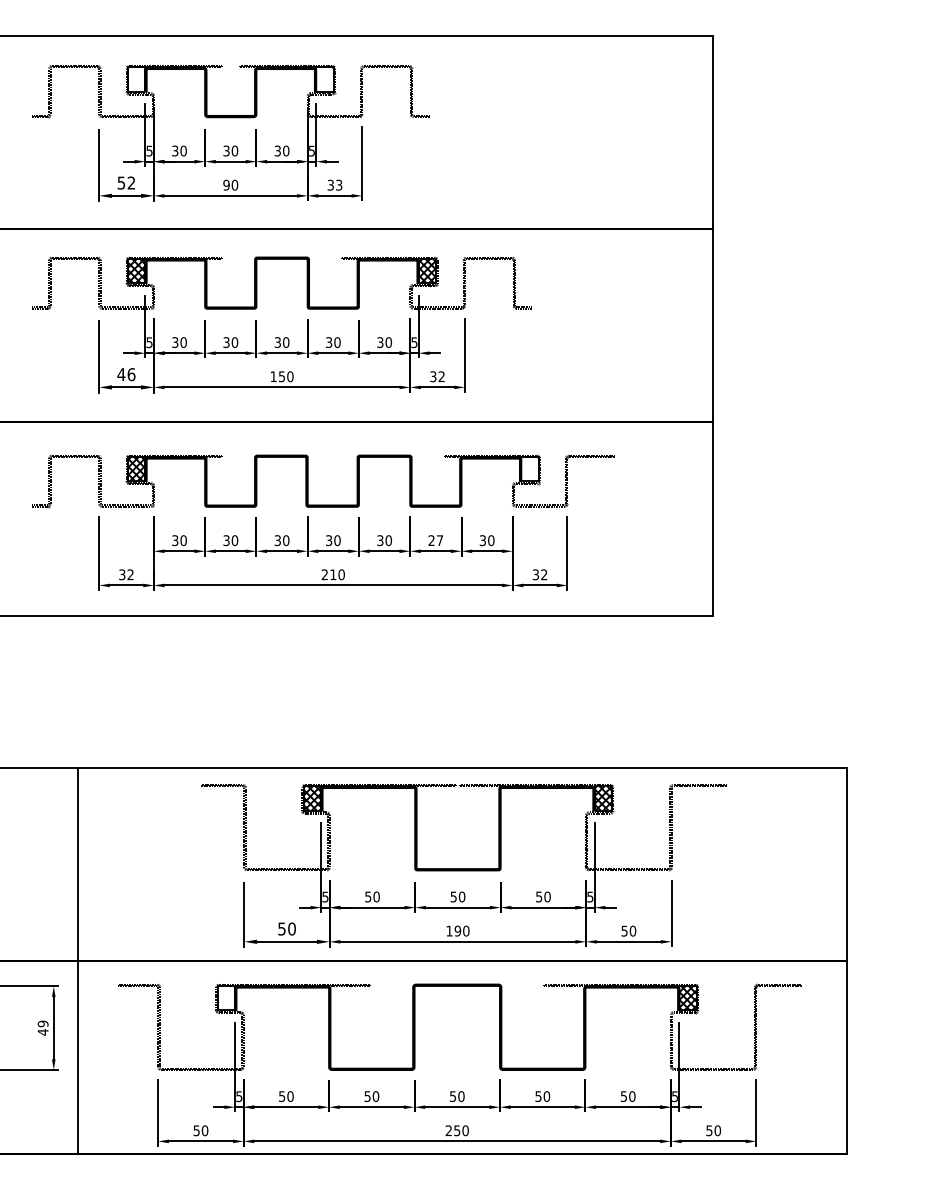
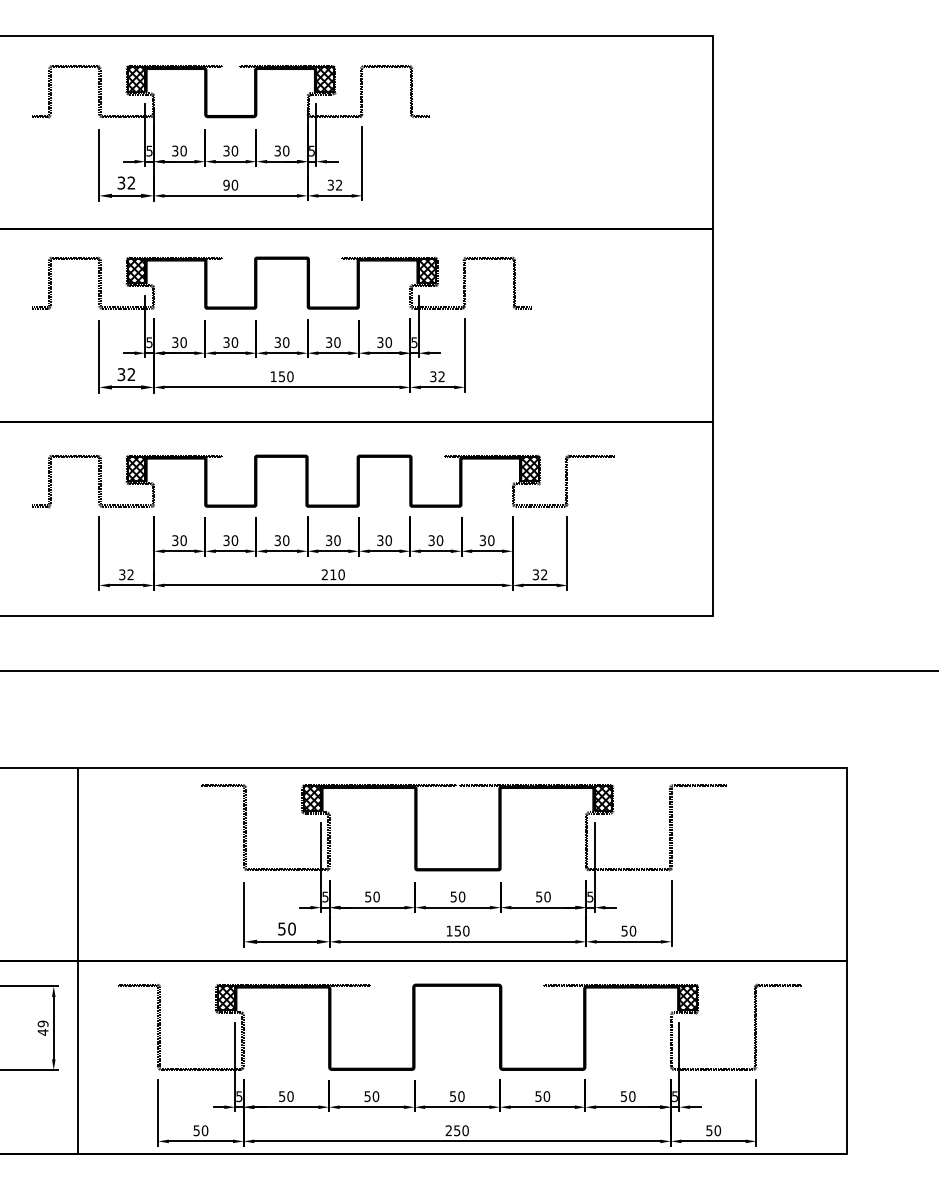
hatch at (136, 79): none -> present
hatch at (324, 79): none -> present
text at (121, 182): 52 -> 32
text at (339, 185): 33 -> 32
text at (126, 374): 46 -> 32
hatch at (529, 468): none -> present
text at (435, 540): 27 -> 30
line at (468, 671): none -> present
text at (457, 930): 190 -> 150
hatch at (226, 997): none -> present
